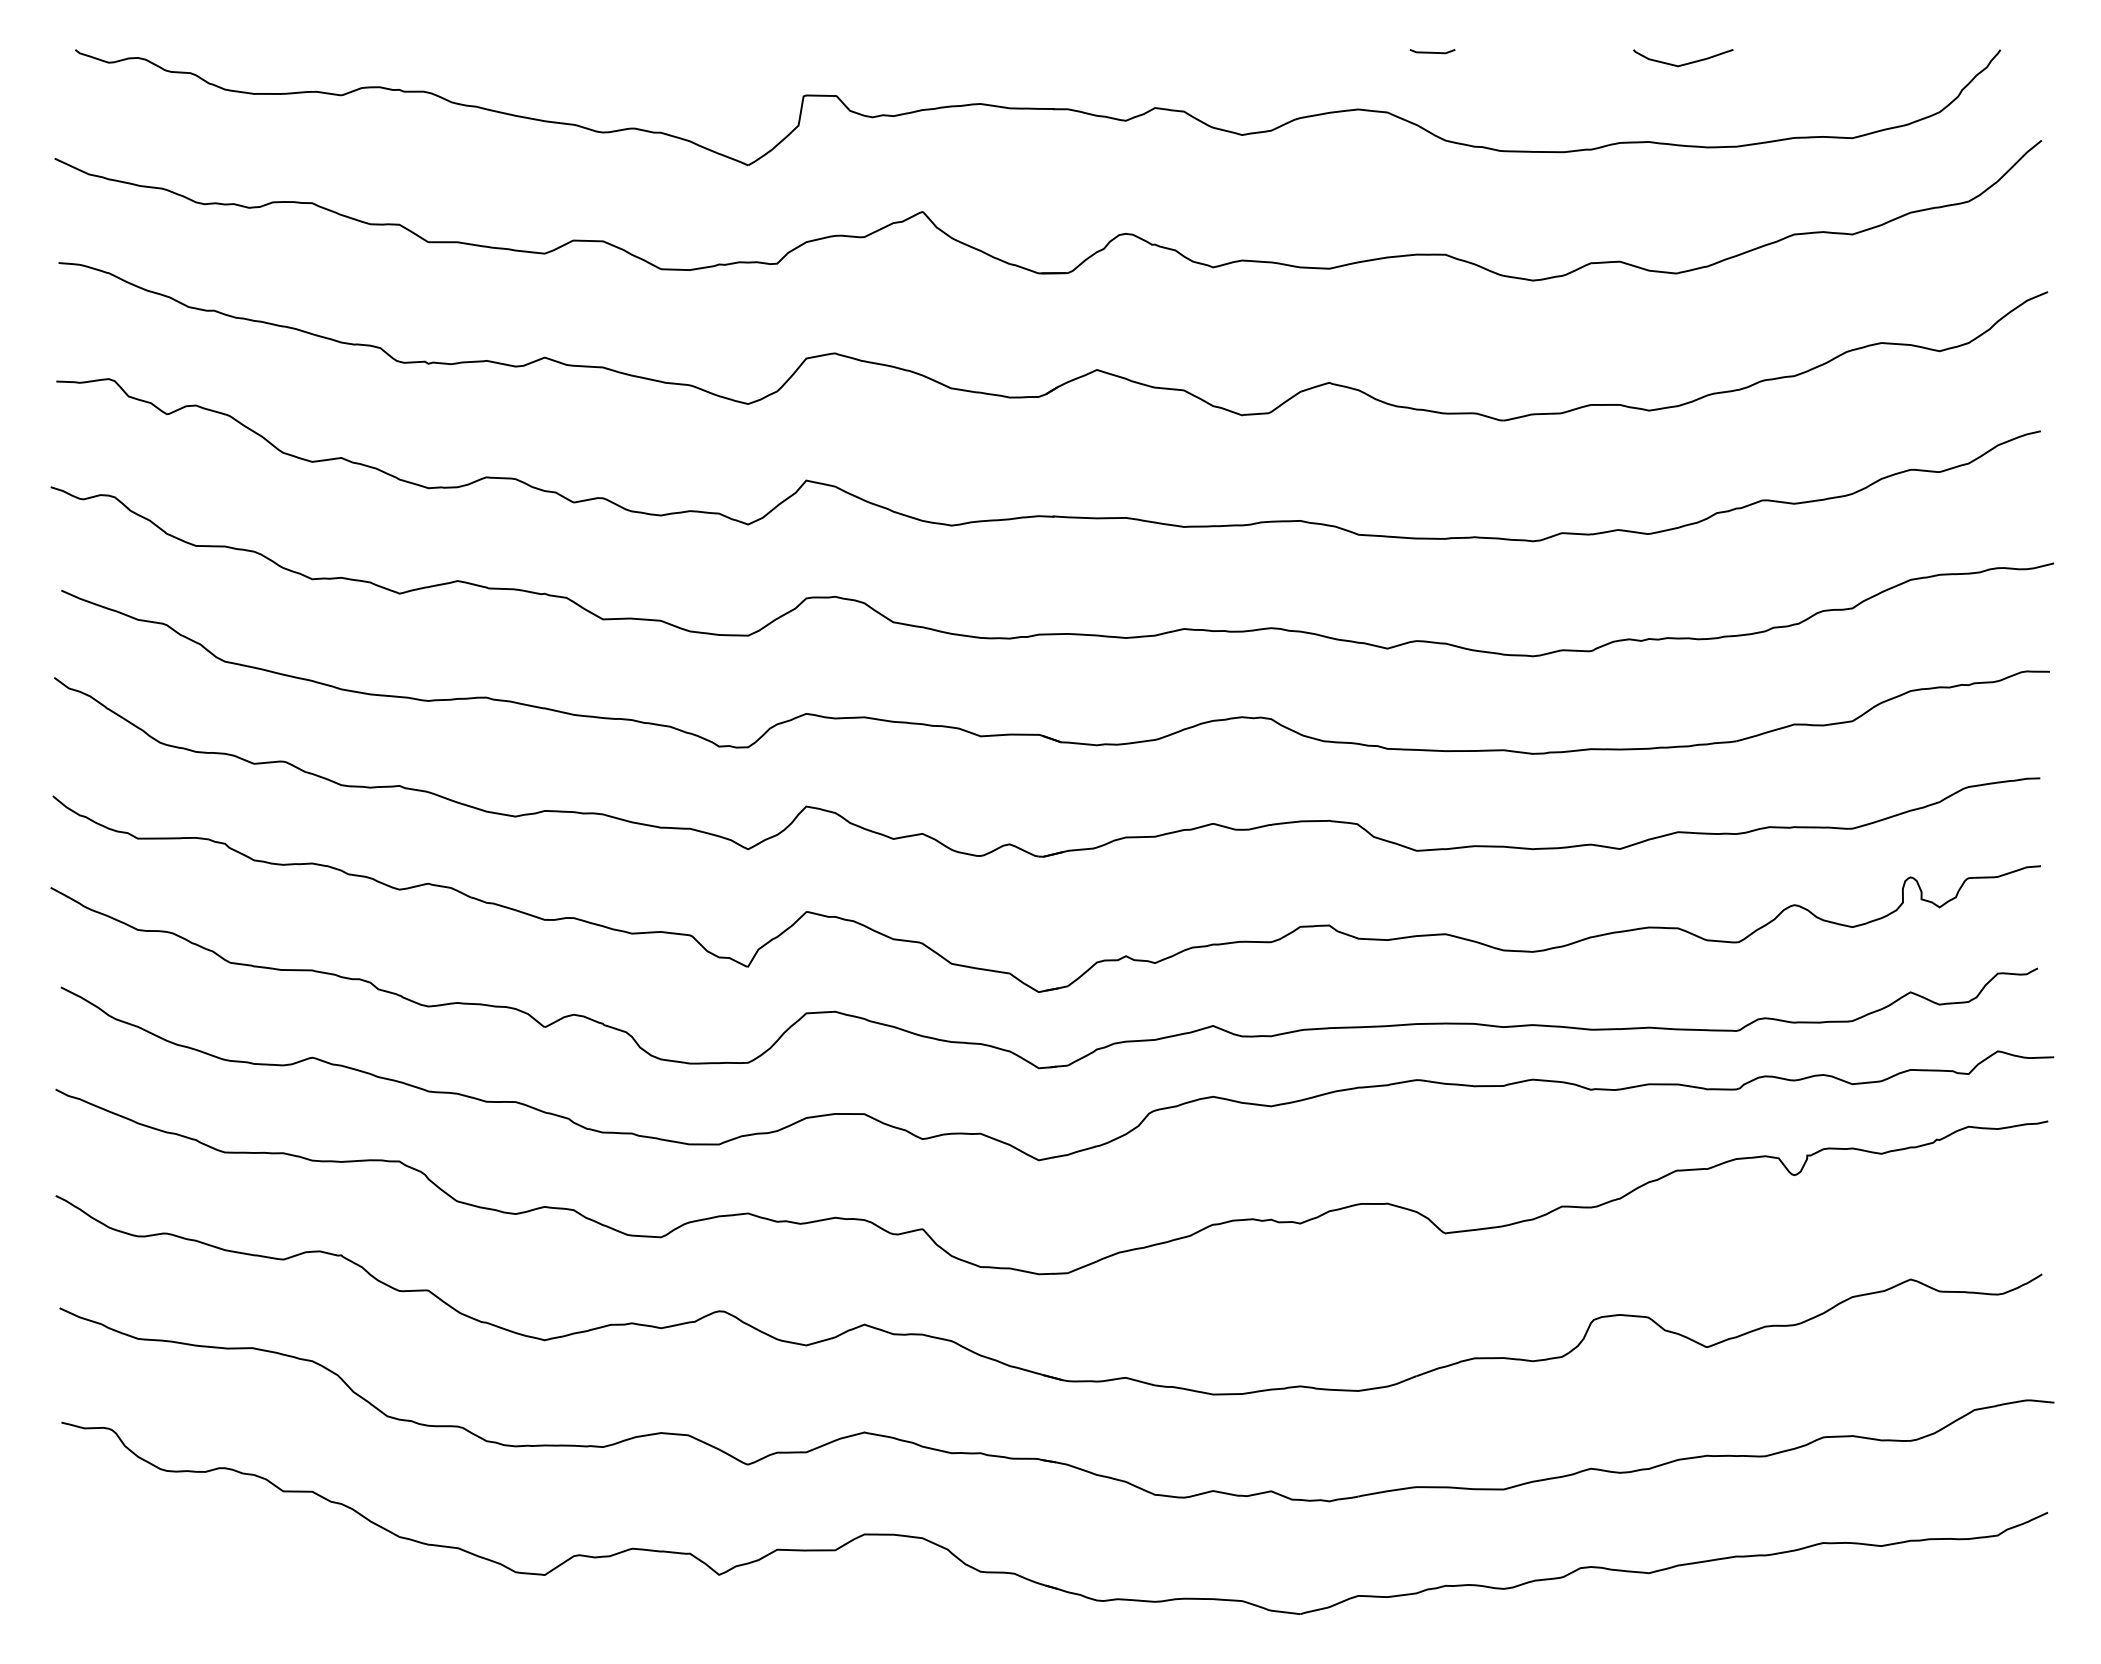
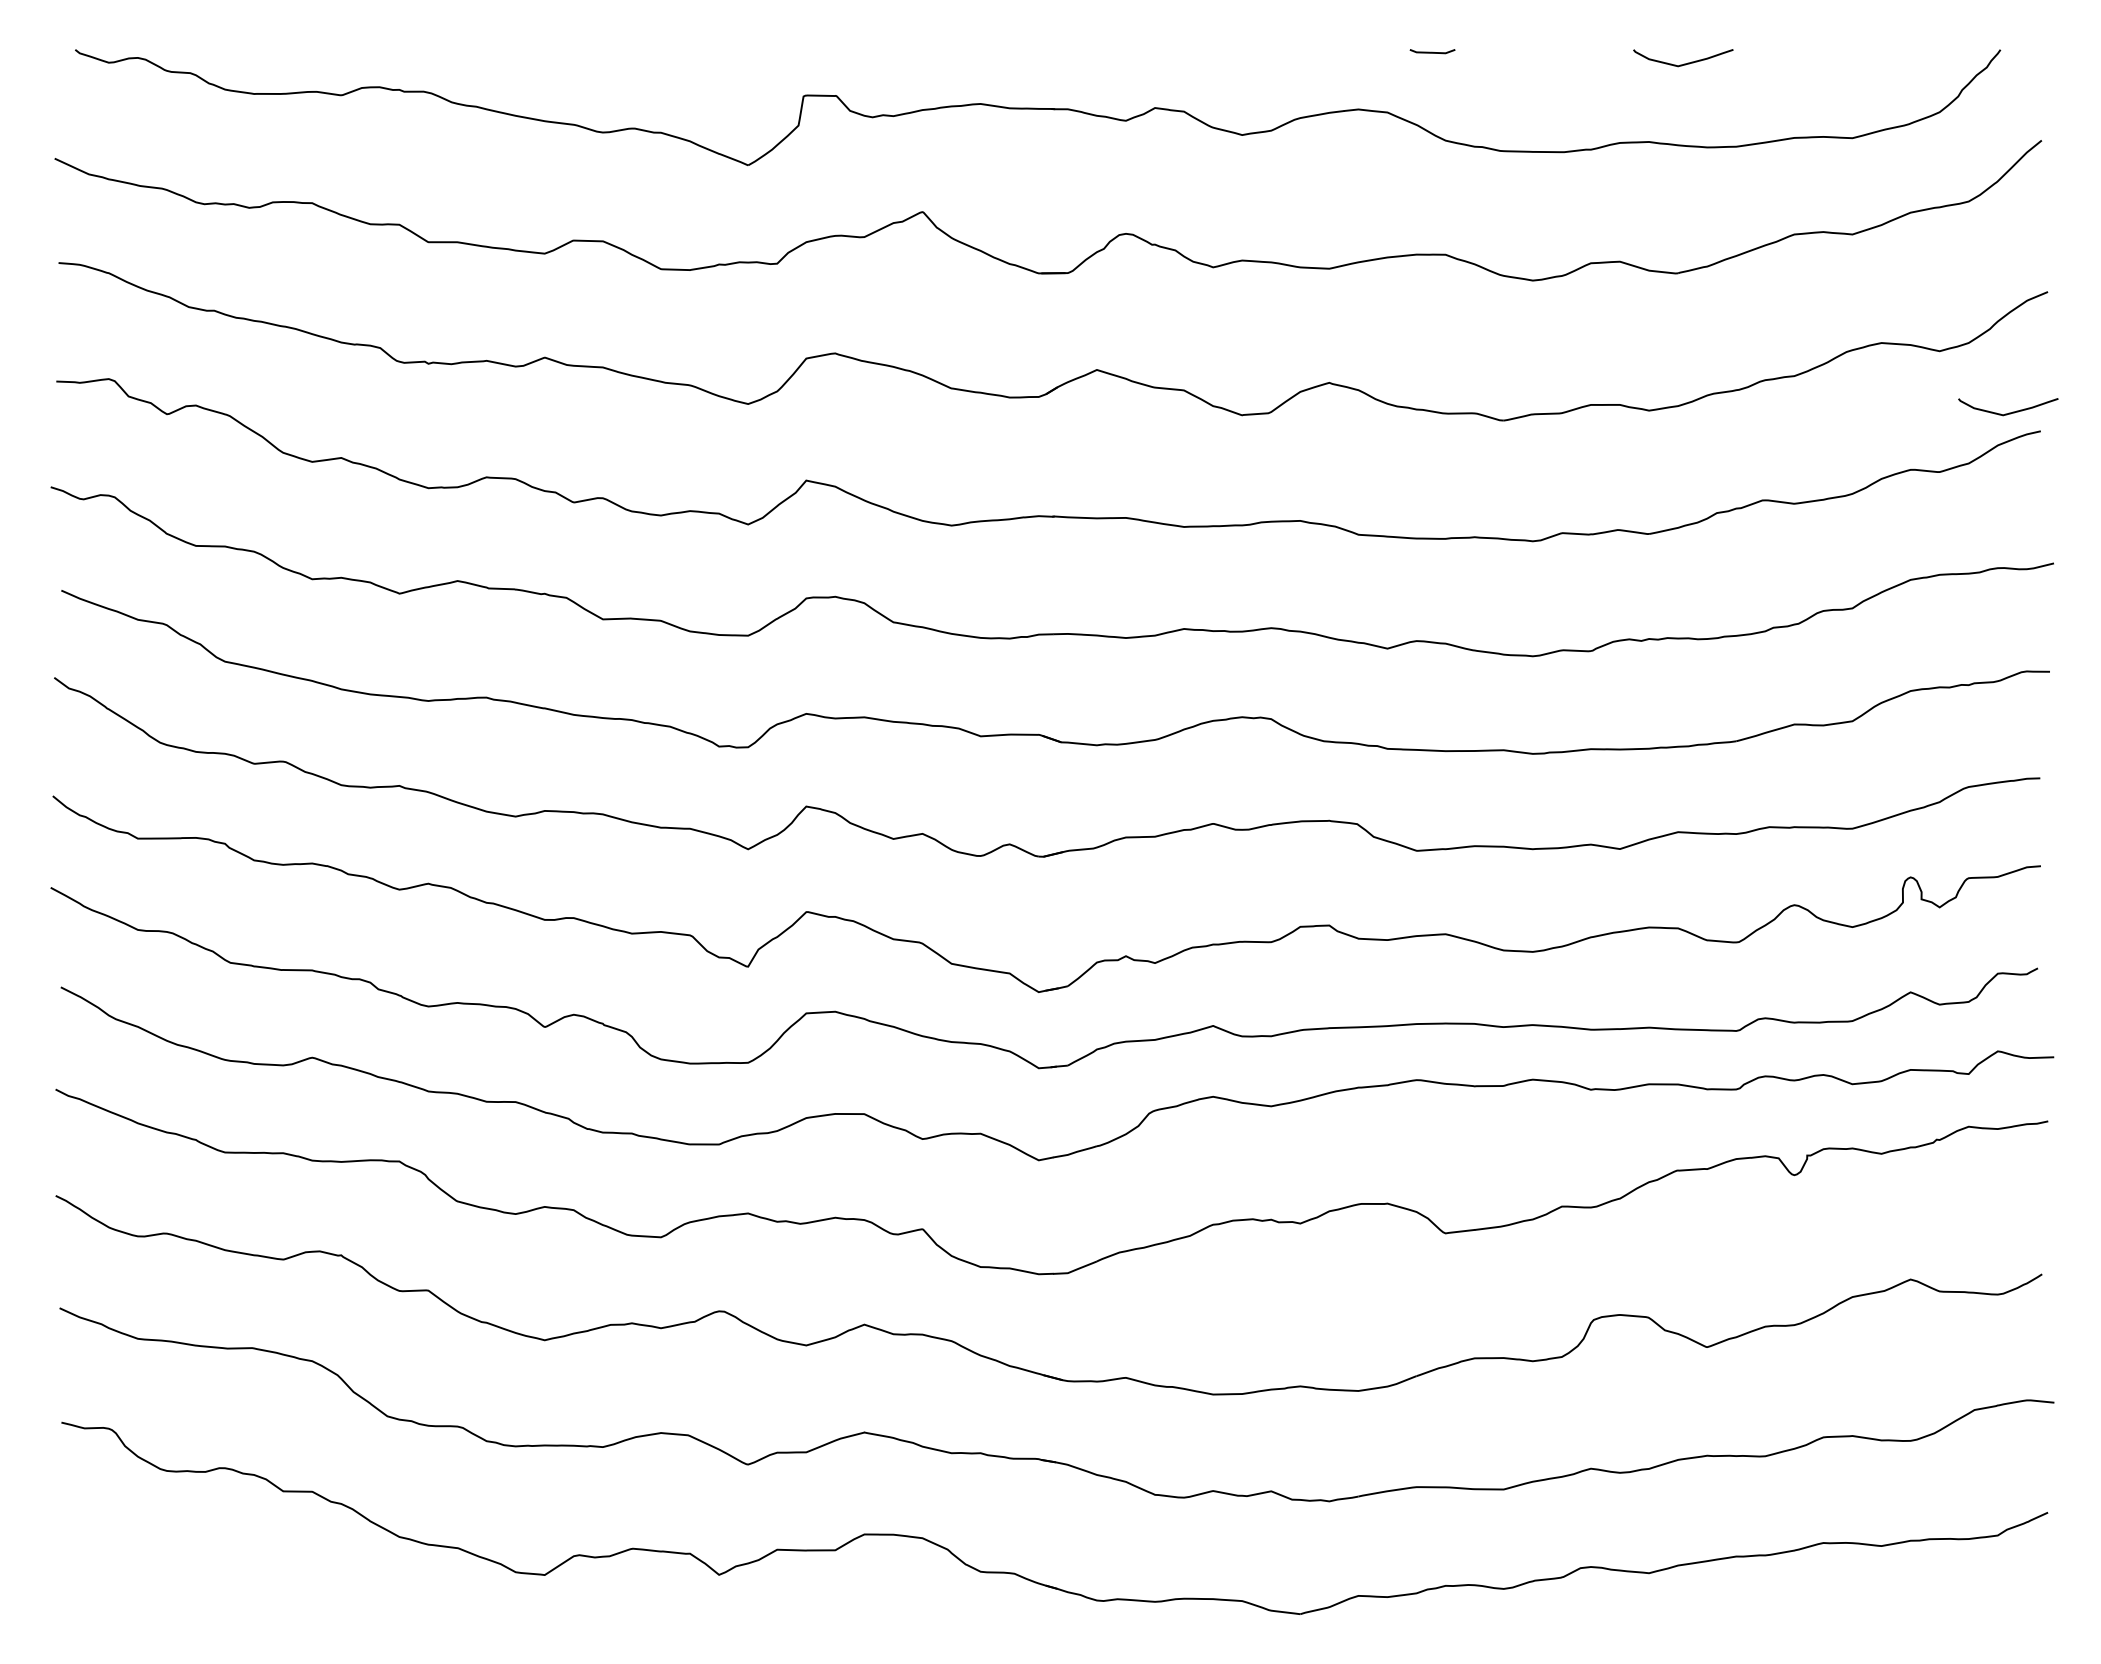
curve at (2009, 412): none -> present
